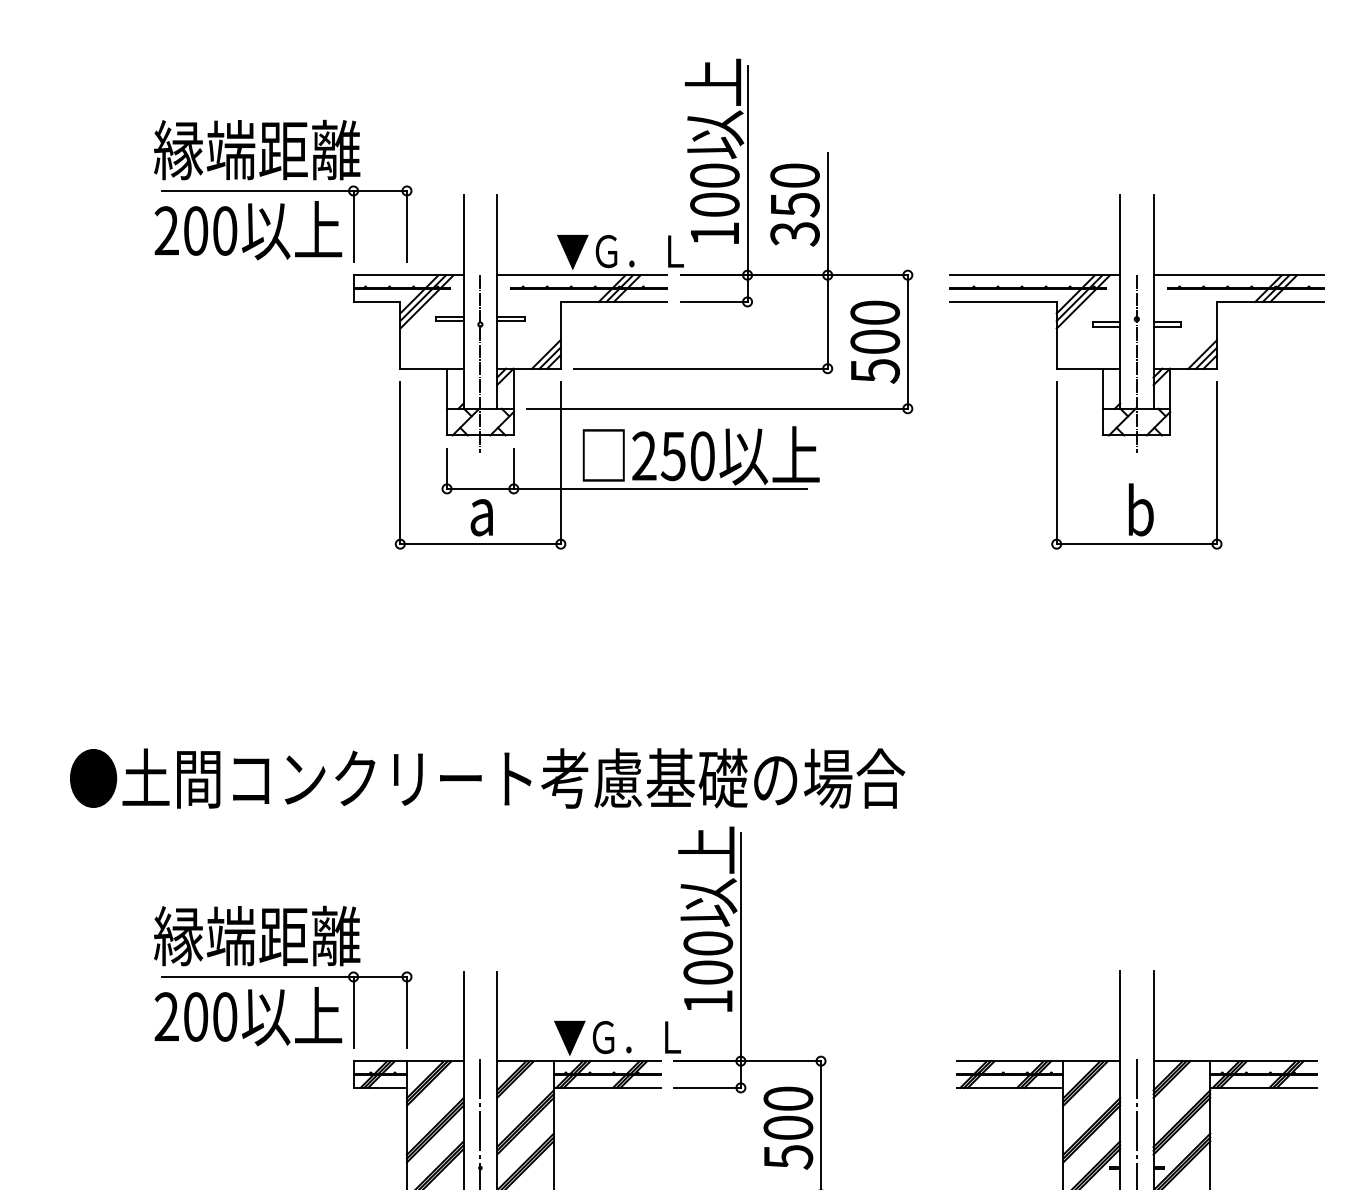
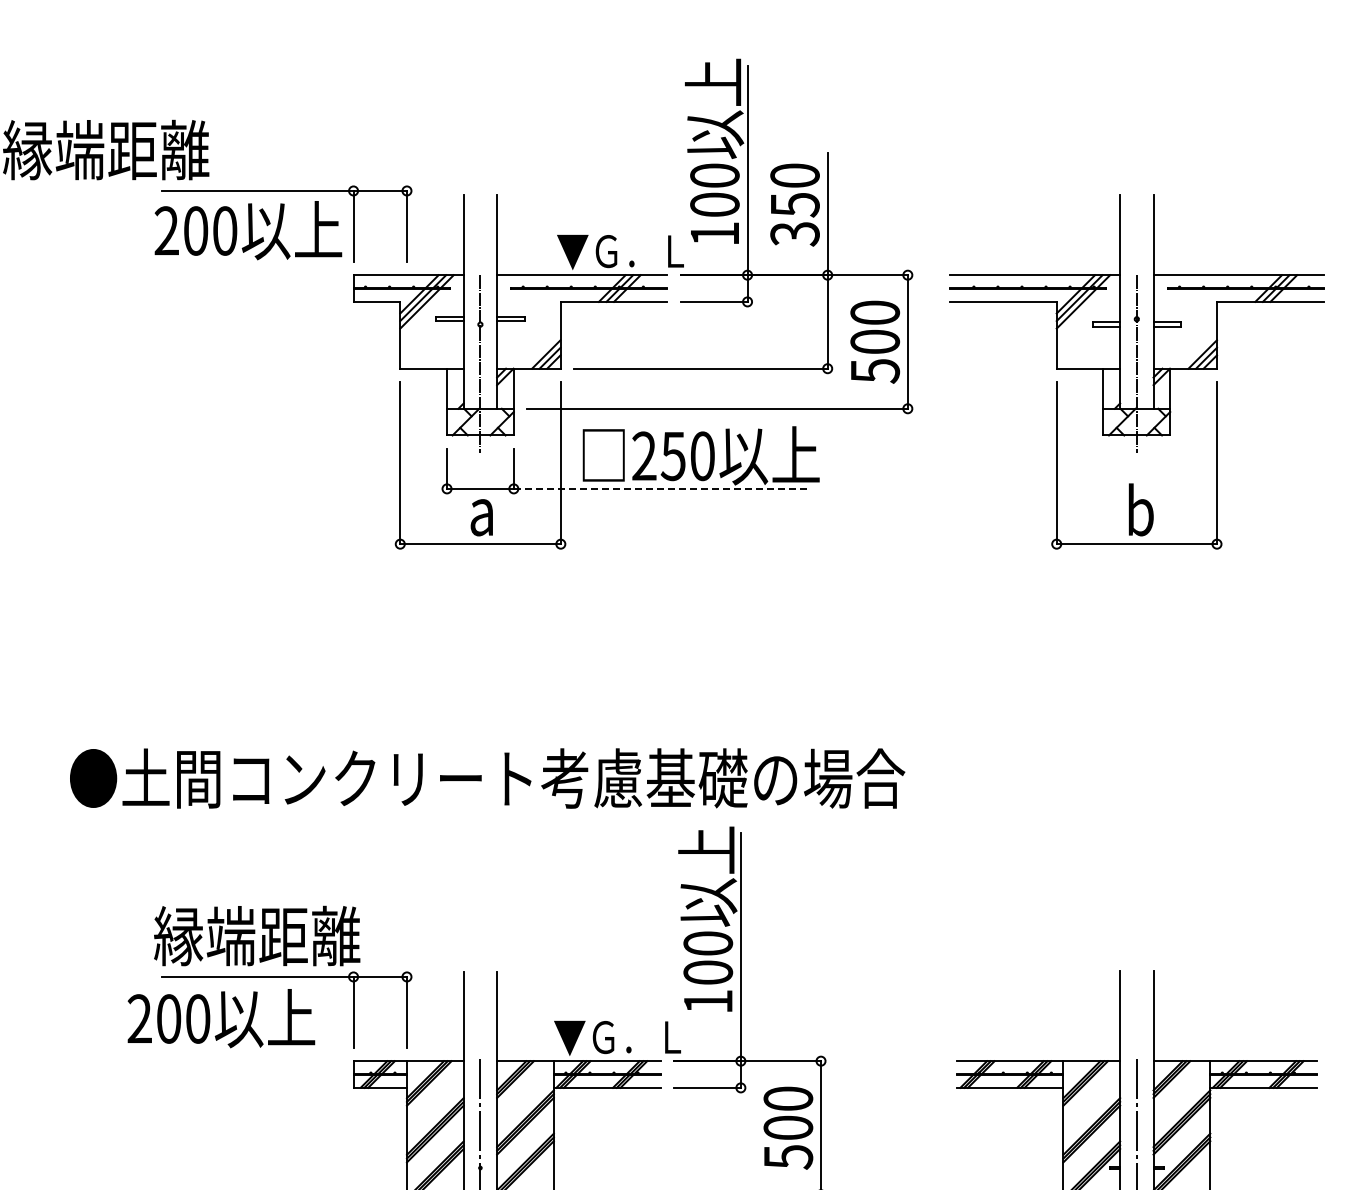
text at (257, 149) position: (257, 149) -> (106, 149)
line at (660, 488): solid -> dashed
text at (248, 1016) position: (248, 1016) -> (221, 1018)
